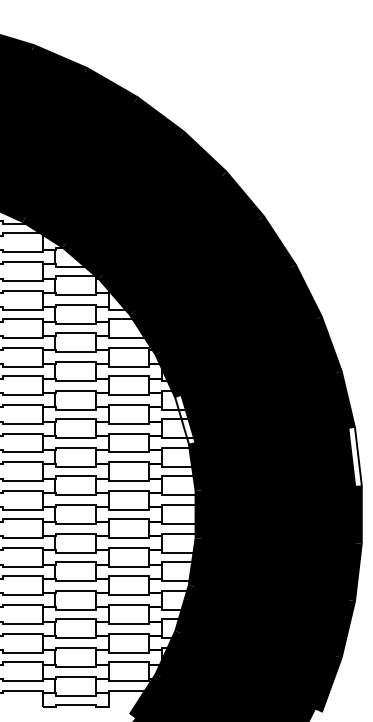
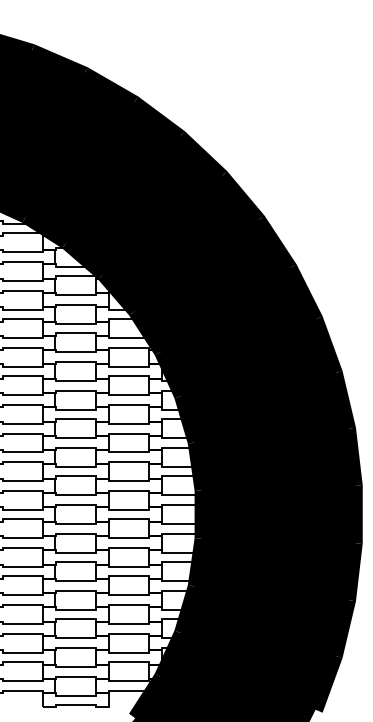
fill at (185, 419): none -> present
fill at (354, 456): none -> present
